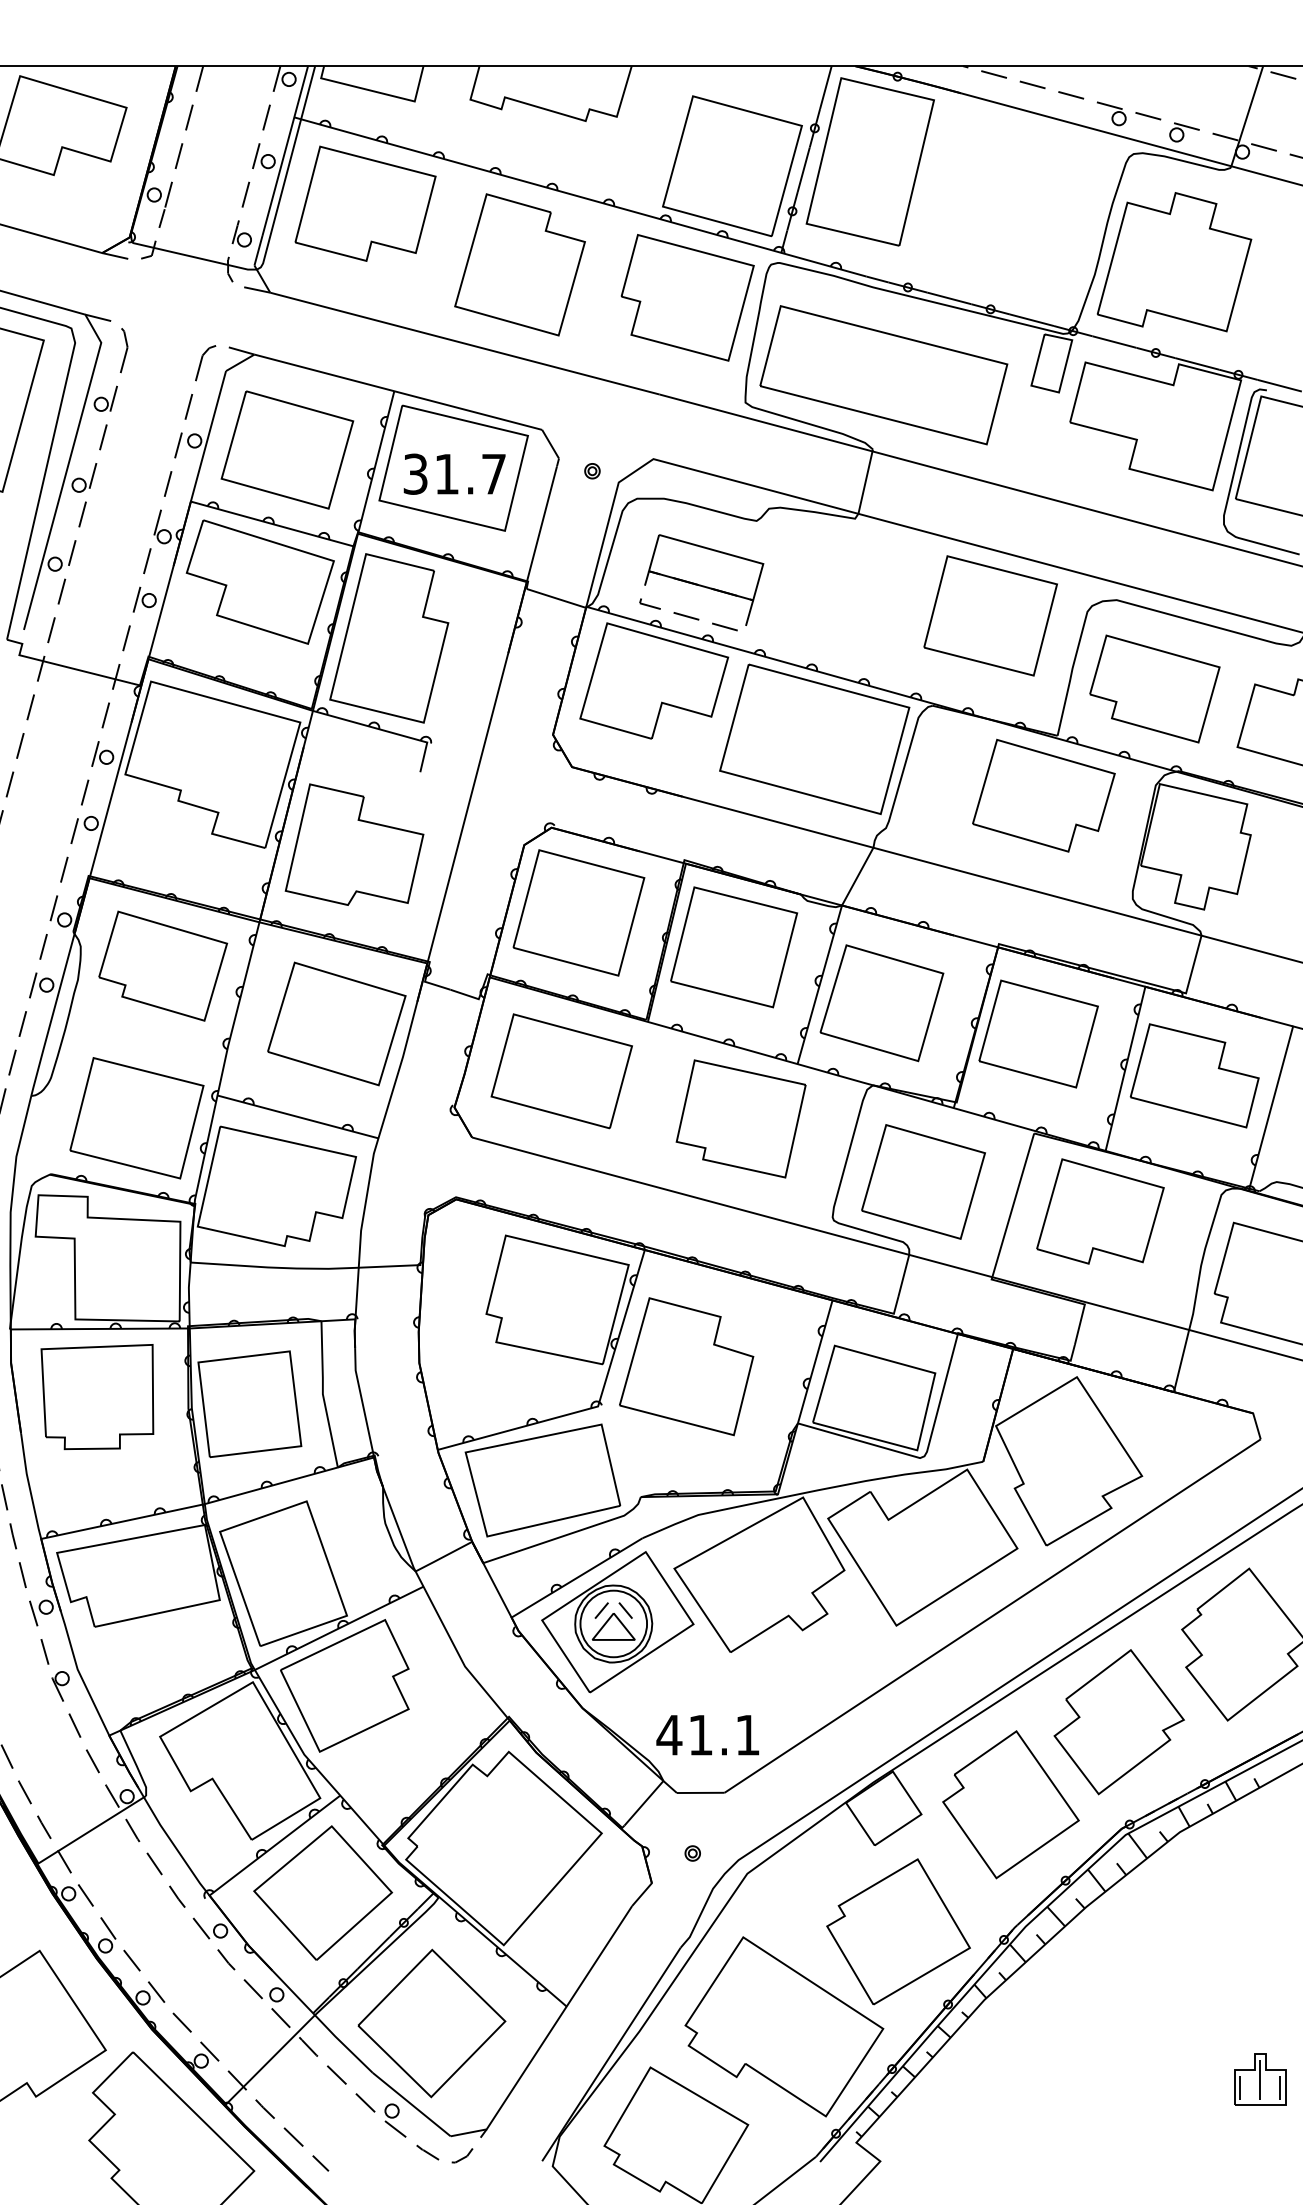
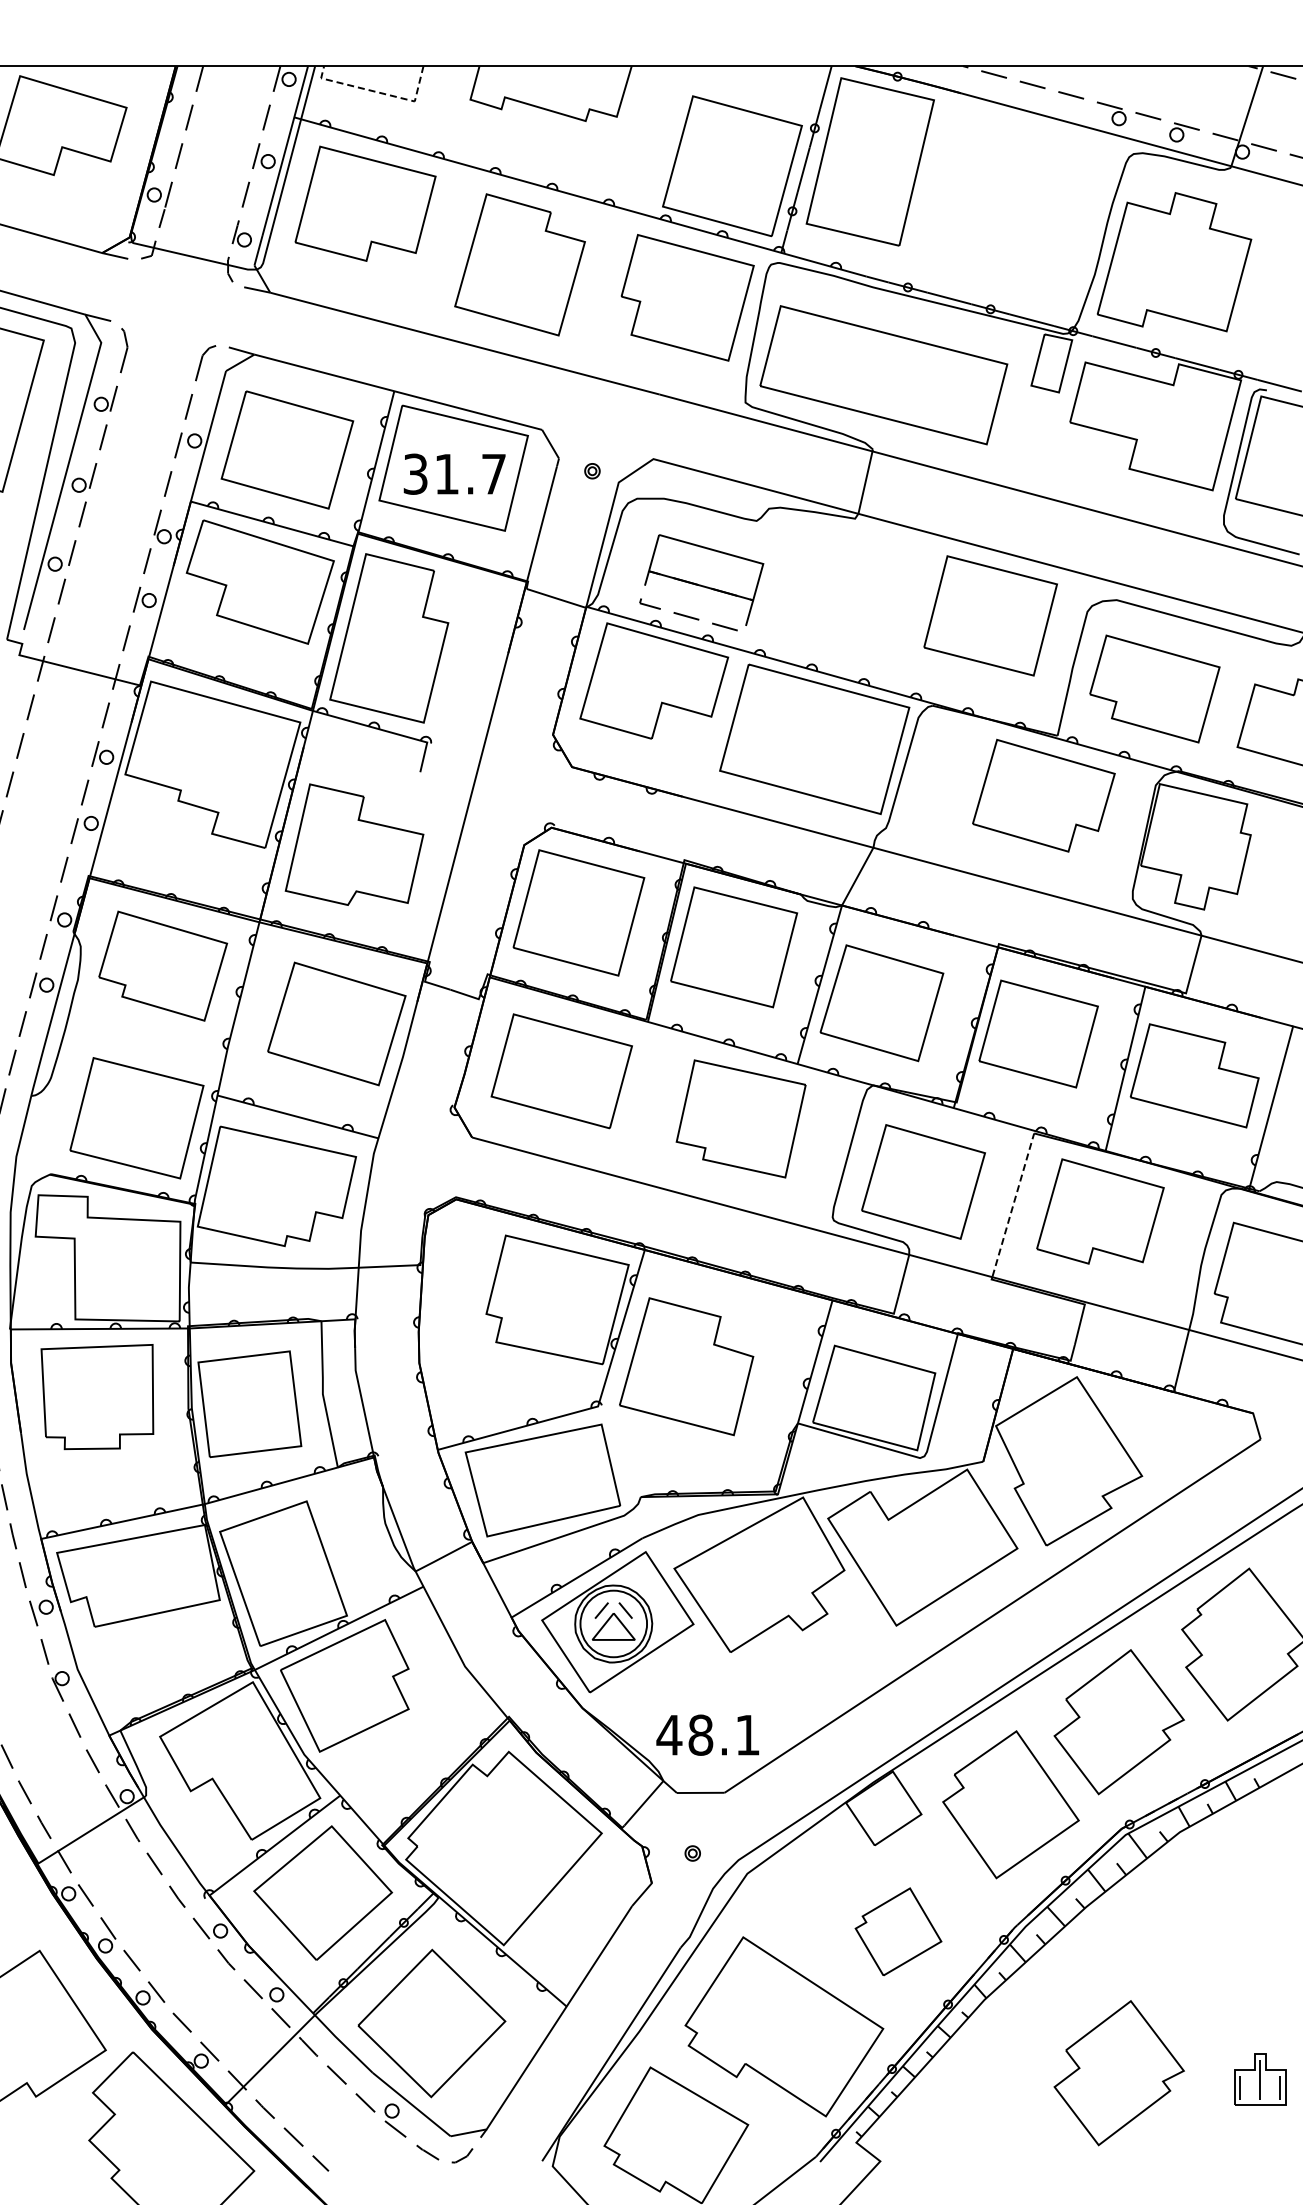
line at (379, 92): solid -> dashed
line at (1013, 1204): solid -> dashed
text at (700, 1734): 41.1 -> 48.1
part at (898, 1931) size: 145x148 px -> 89x90 px
part at (1118, 2073): none -> present
